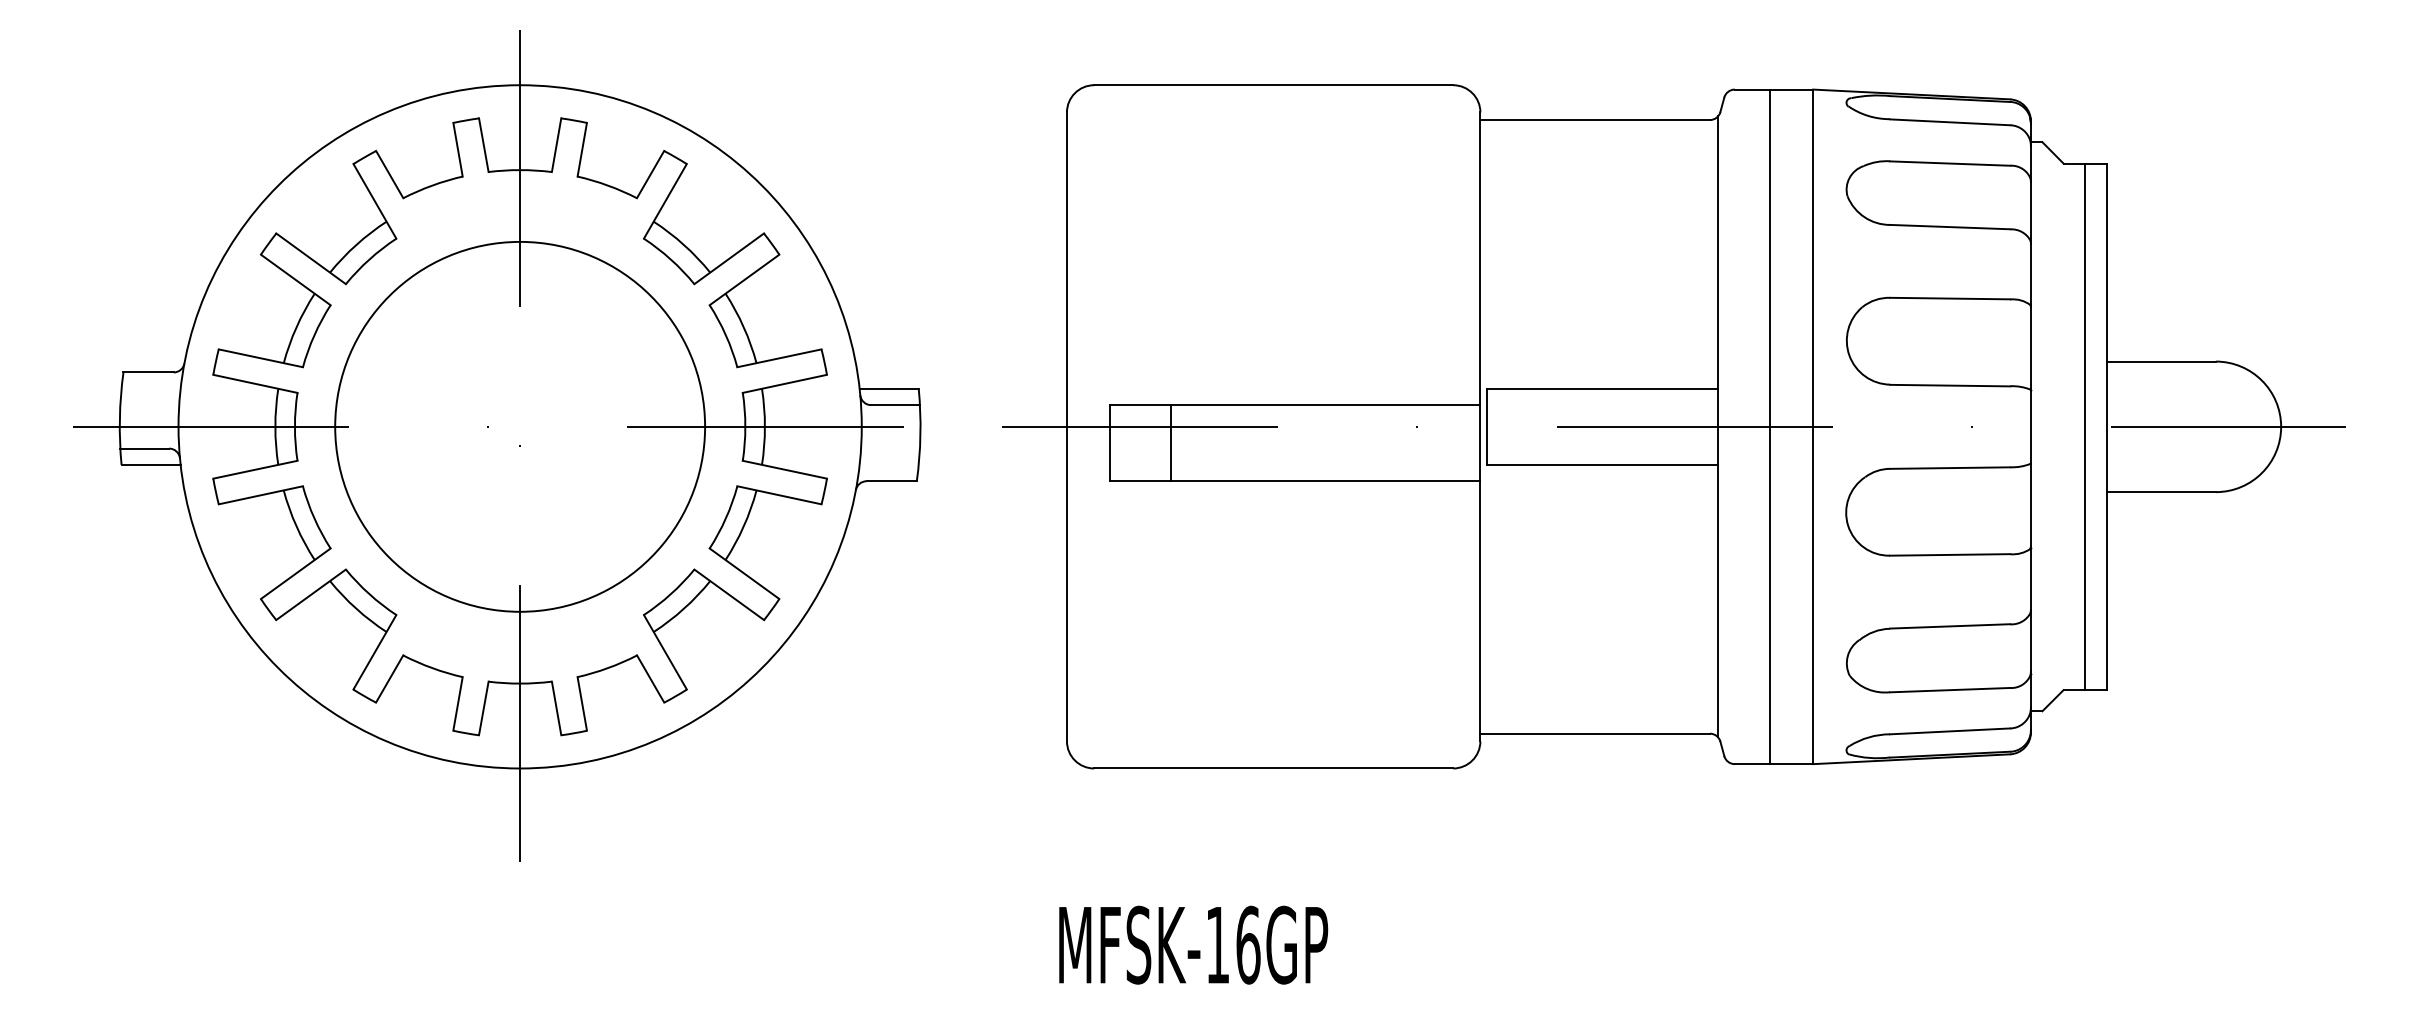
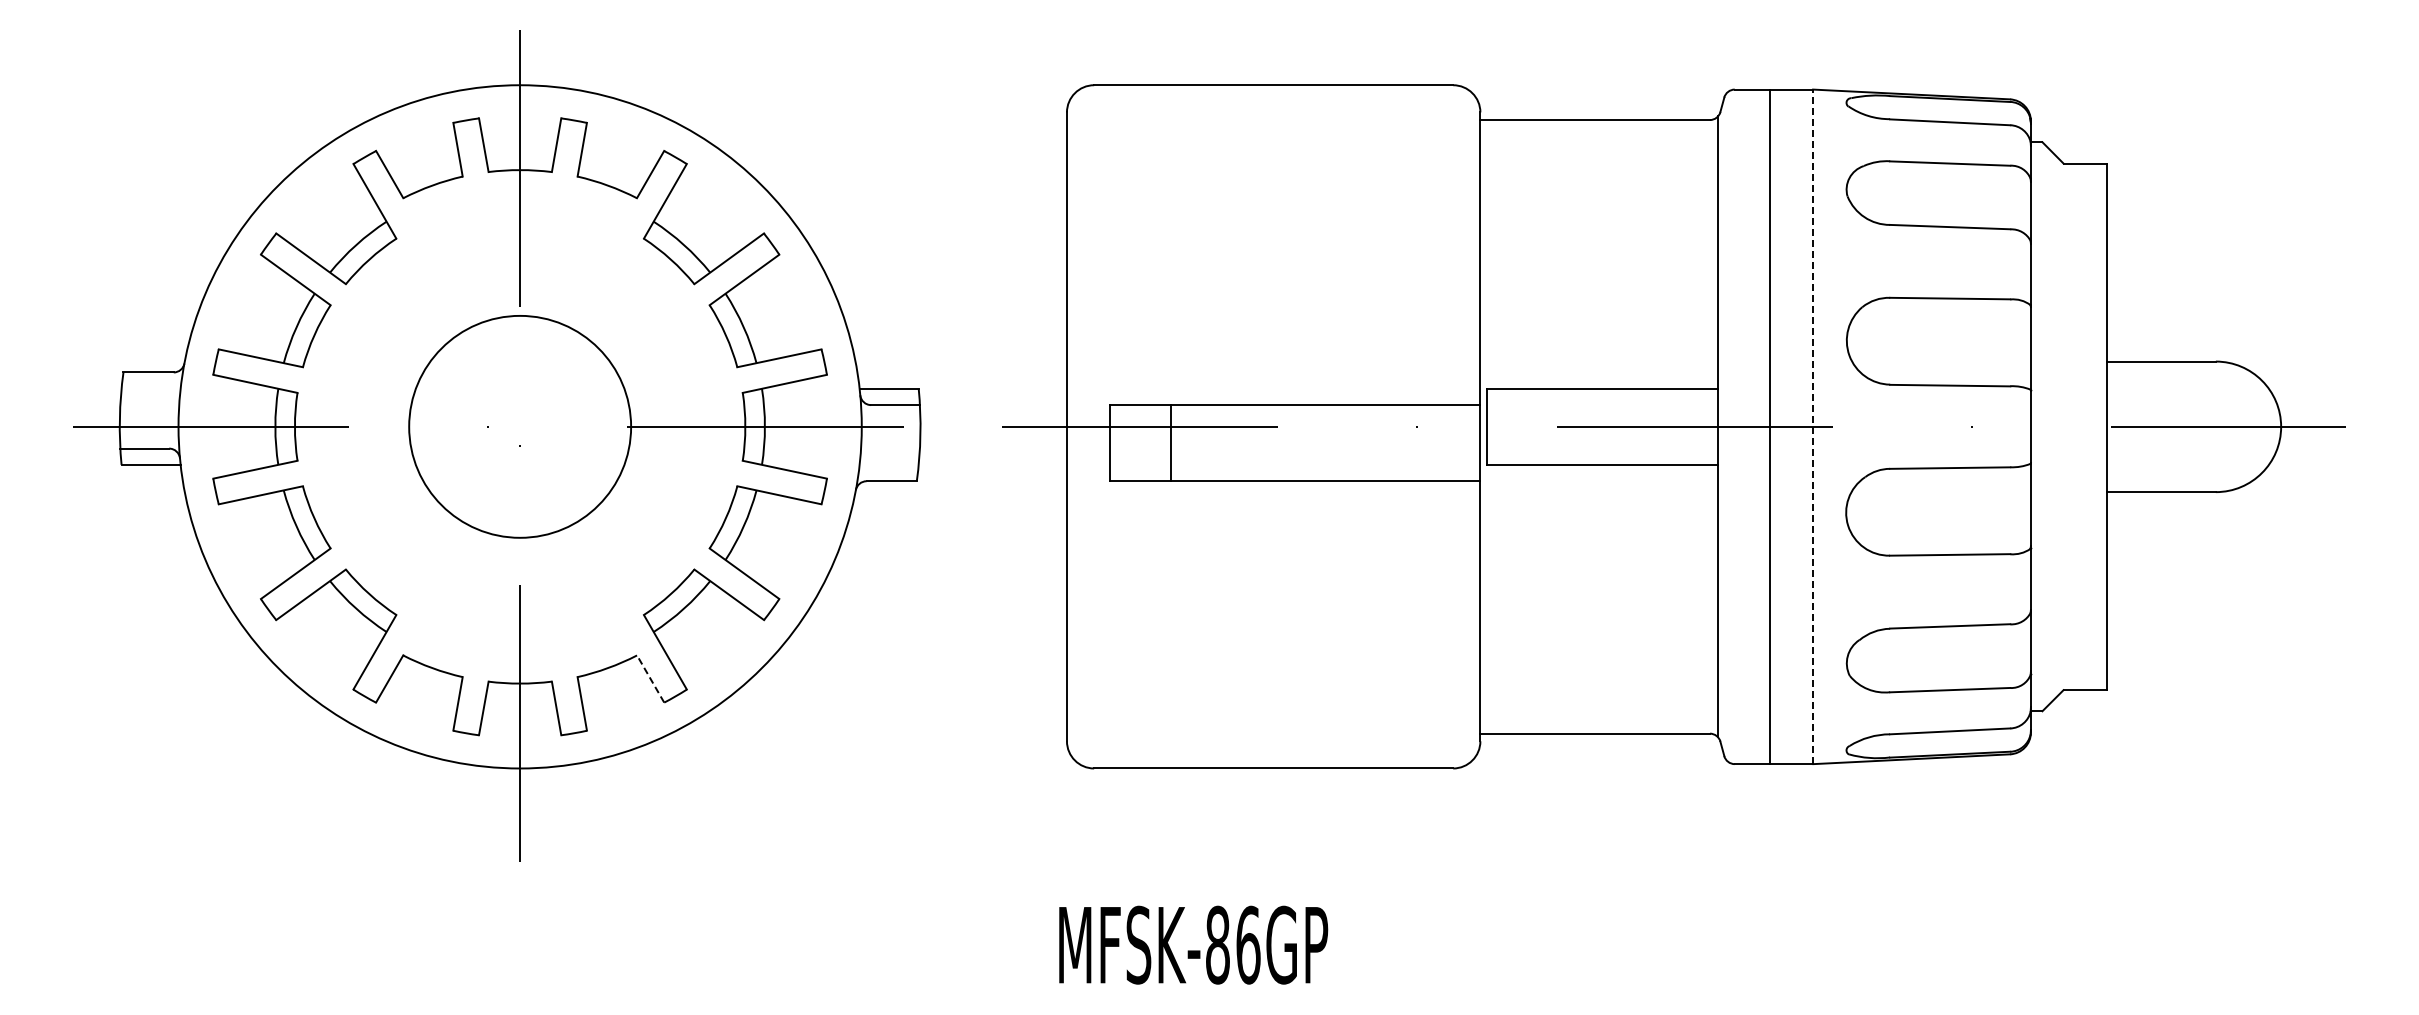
circle at (520, 426) diameter: 370 px -> 222 px
line at (1813, 426): solid -> dashed
line at (2085, 426): present -> none
line at (650, 678): solid -> dashed
text at (1217, 944): MFSK-16GP -> MFSK-86GP
